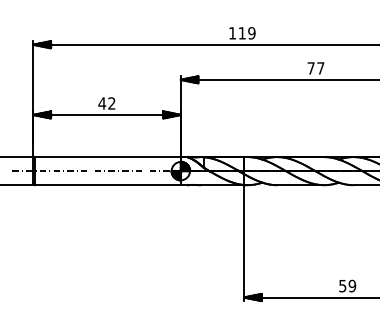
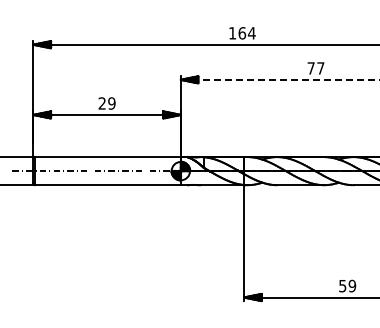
text at (246, 33): 119 -> 164
line at (280, 79): solid -> dashed
text at (106, 103): 42 -> 29
